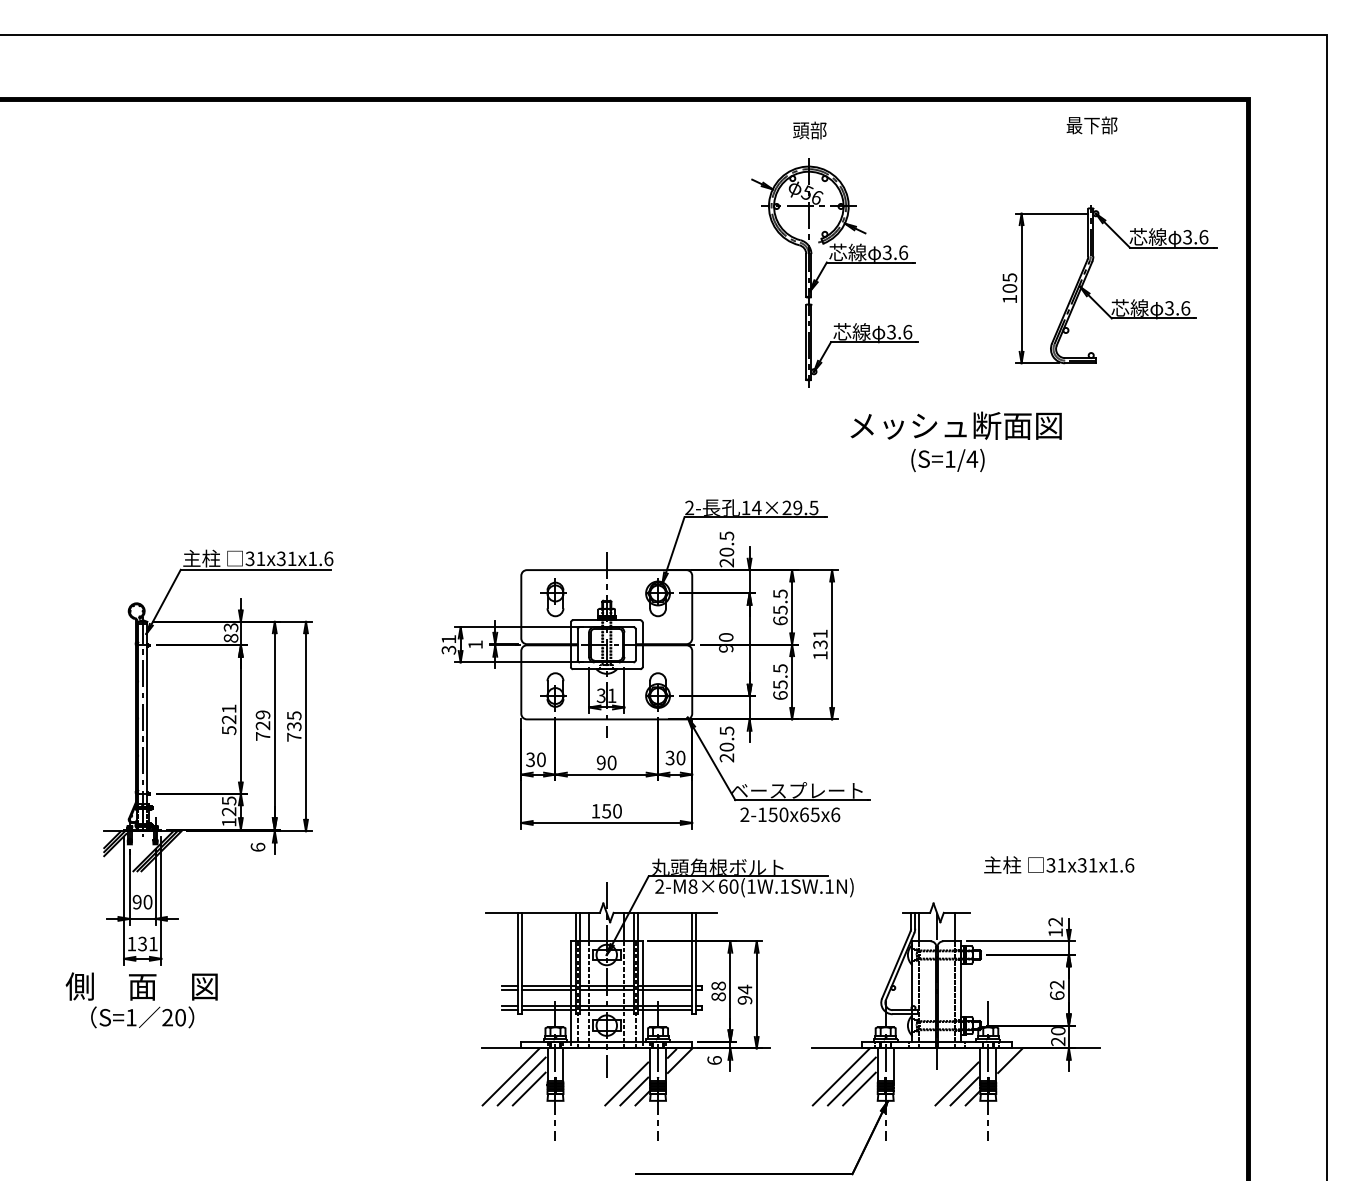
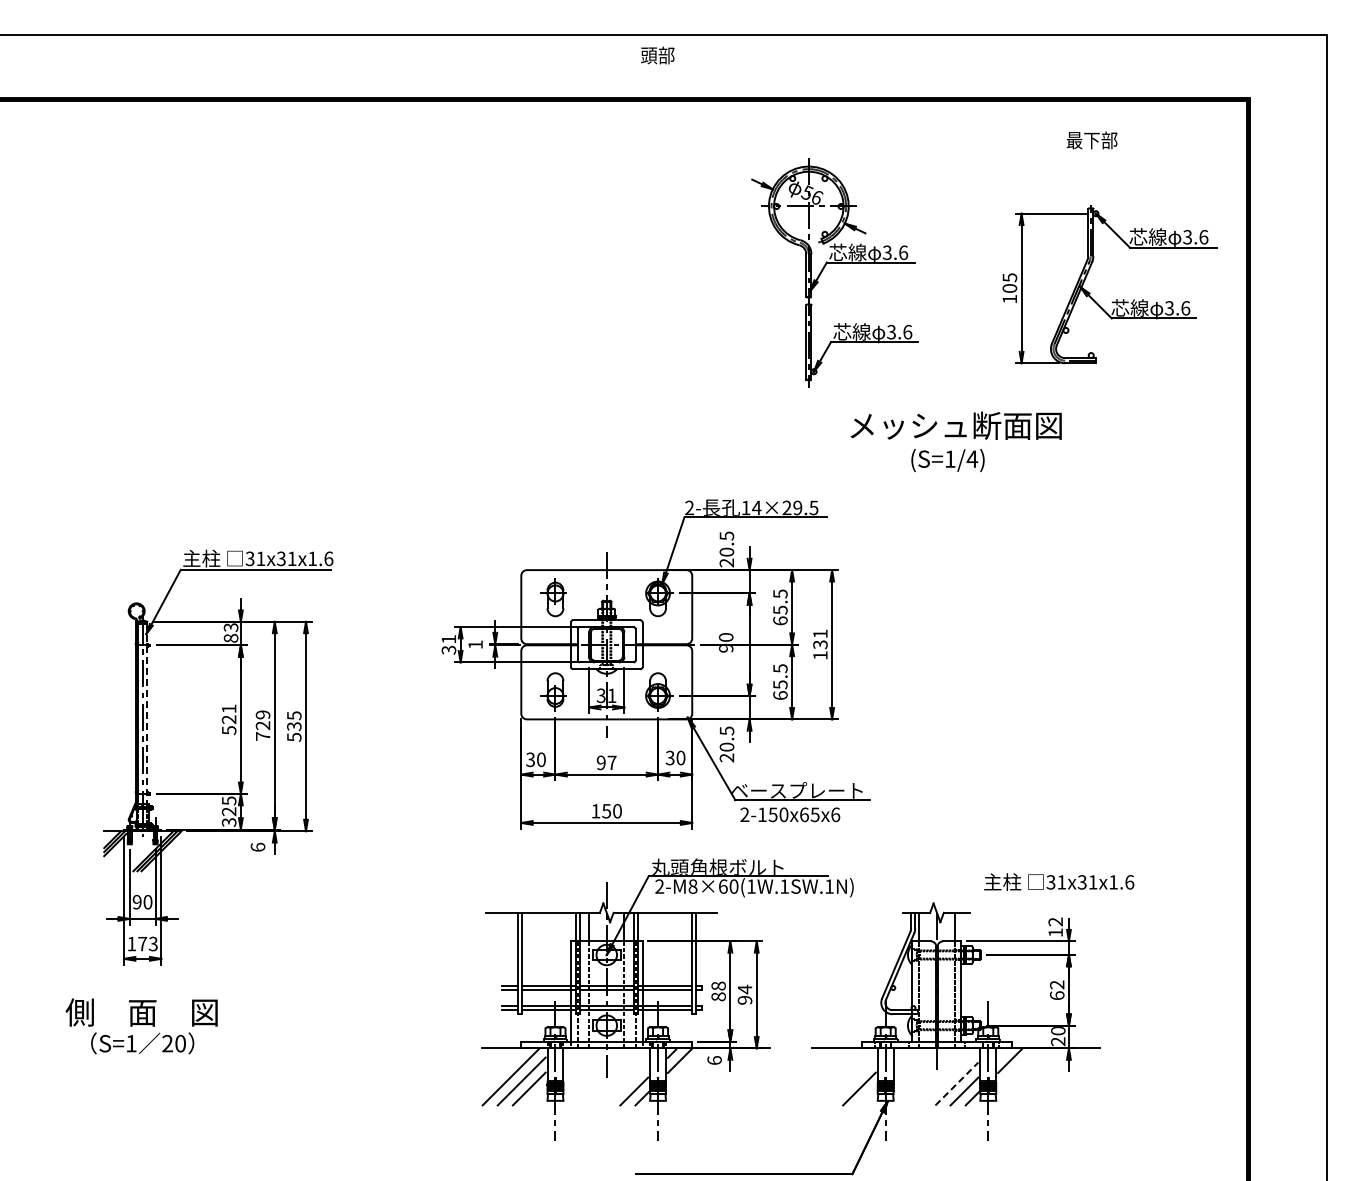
text at (1091, 125) position: (1091, 125) -> (1091, 140)
text at (809, 130) position: (809, 130) -> (657, 55)
line at (147, 714): solid -> dashed
text at (294, 736): 735 -> 535
text at (611, 762): 90 -> 97
text at (228, 822): 125 -> 325
text at (1059, 864) position: (1059, 864) -> (1059, 881)
text at (147, 943): 131 -> 173
text at (141, 1000) position: (141, 1000) -> (141, 1026)
line at (840, 1076): present -> none
line at (851, 1081): present -> none
line at (626, 1083): present -> none
line at (957, 1083): solid -> dashed
